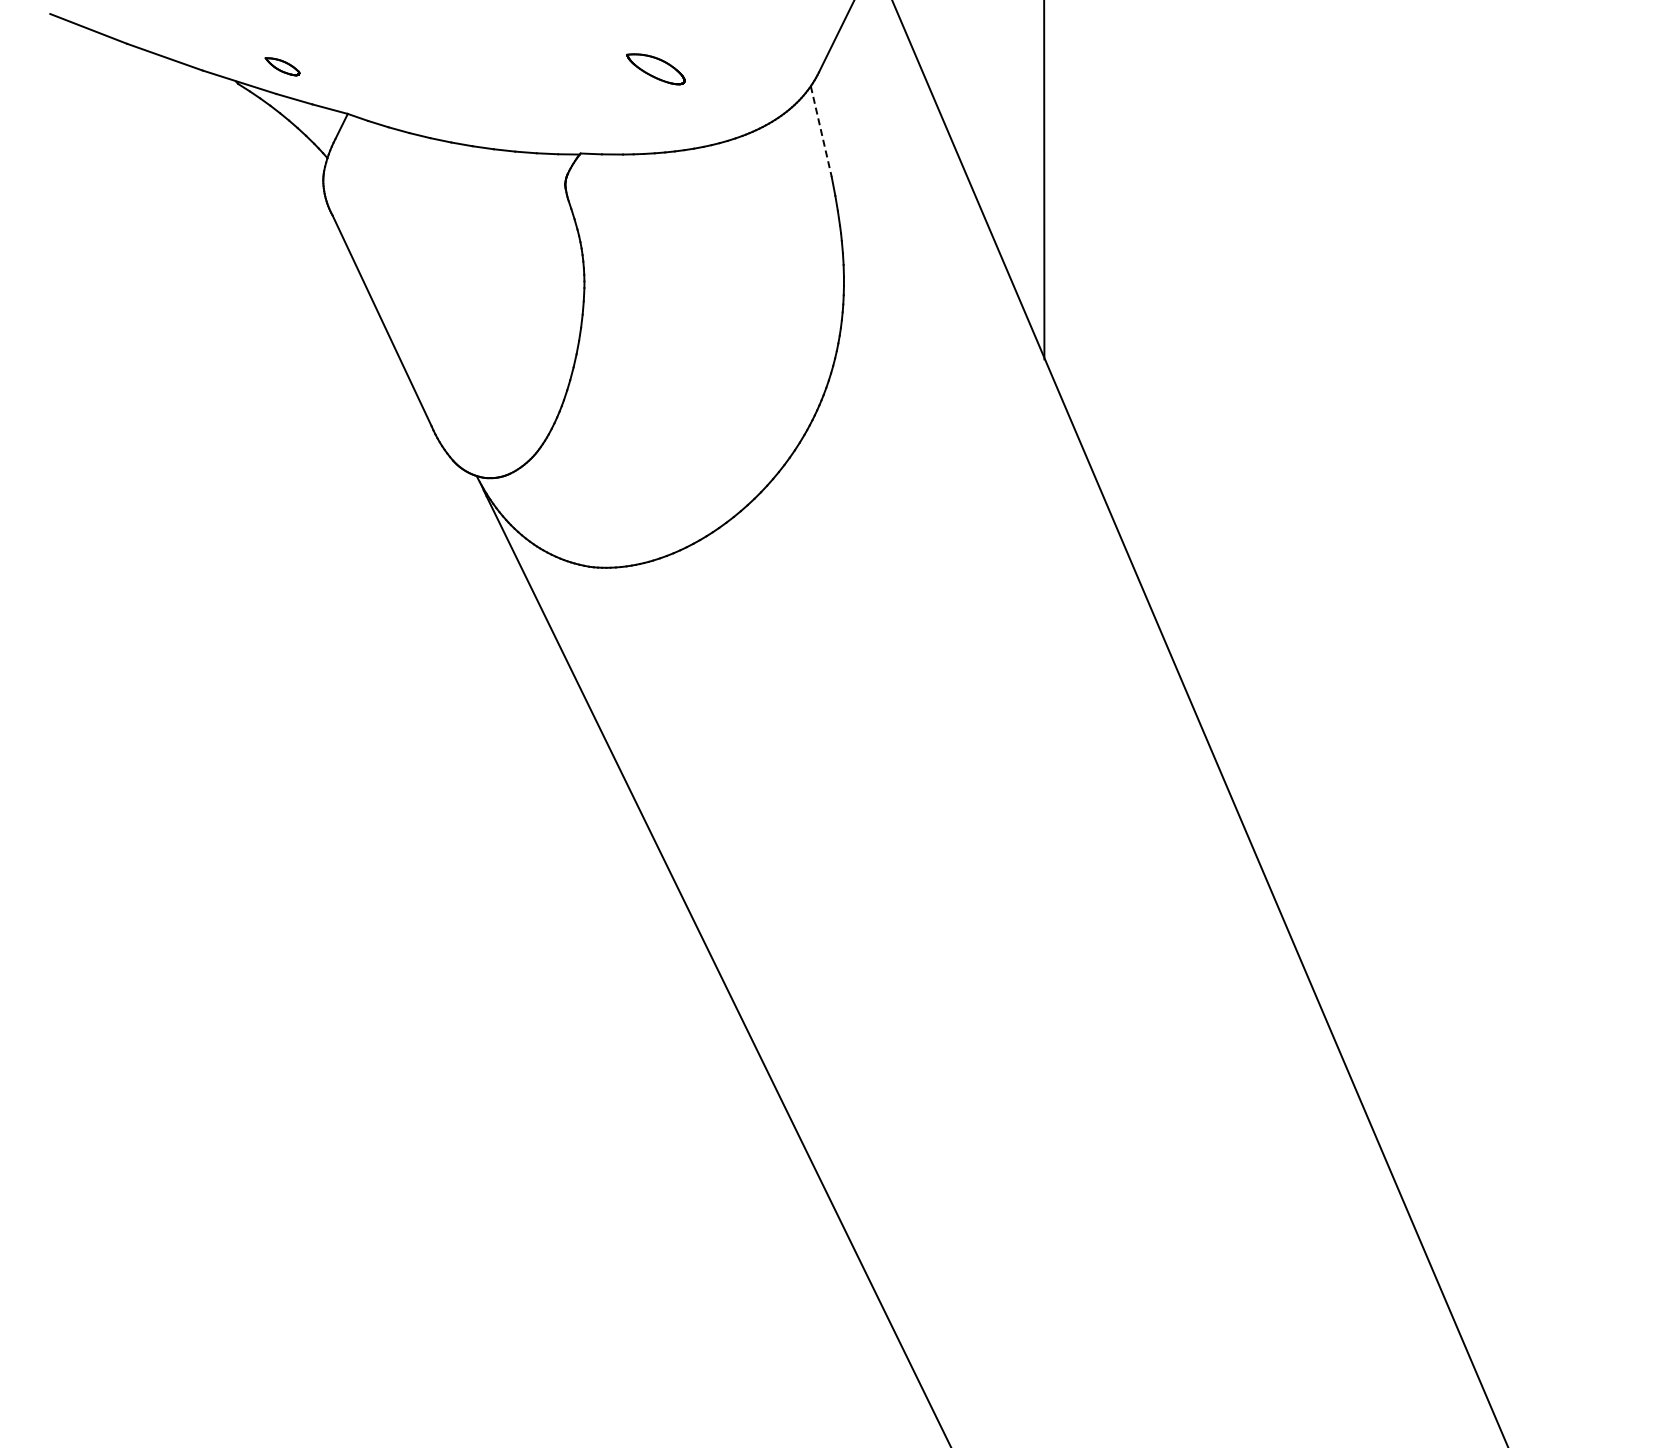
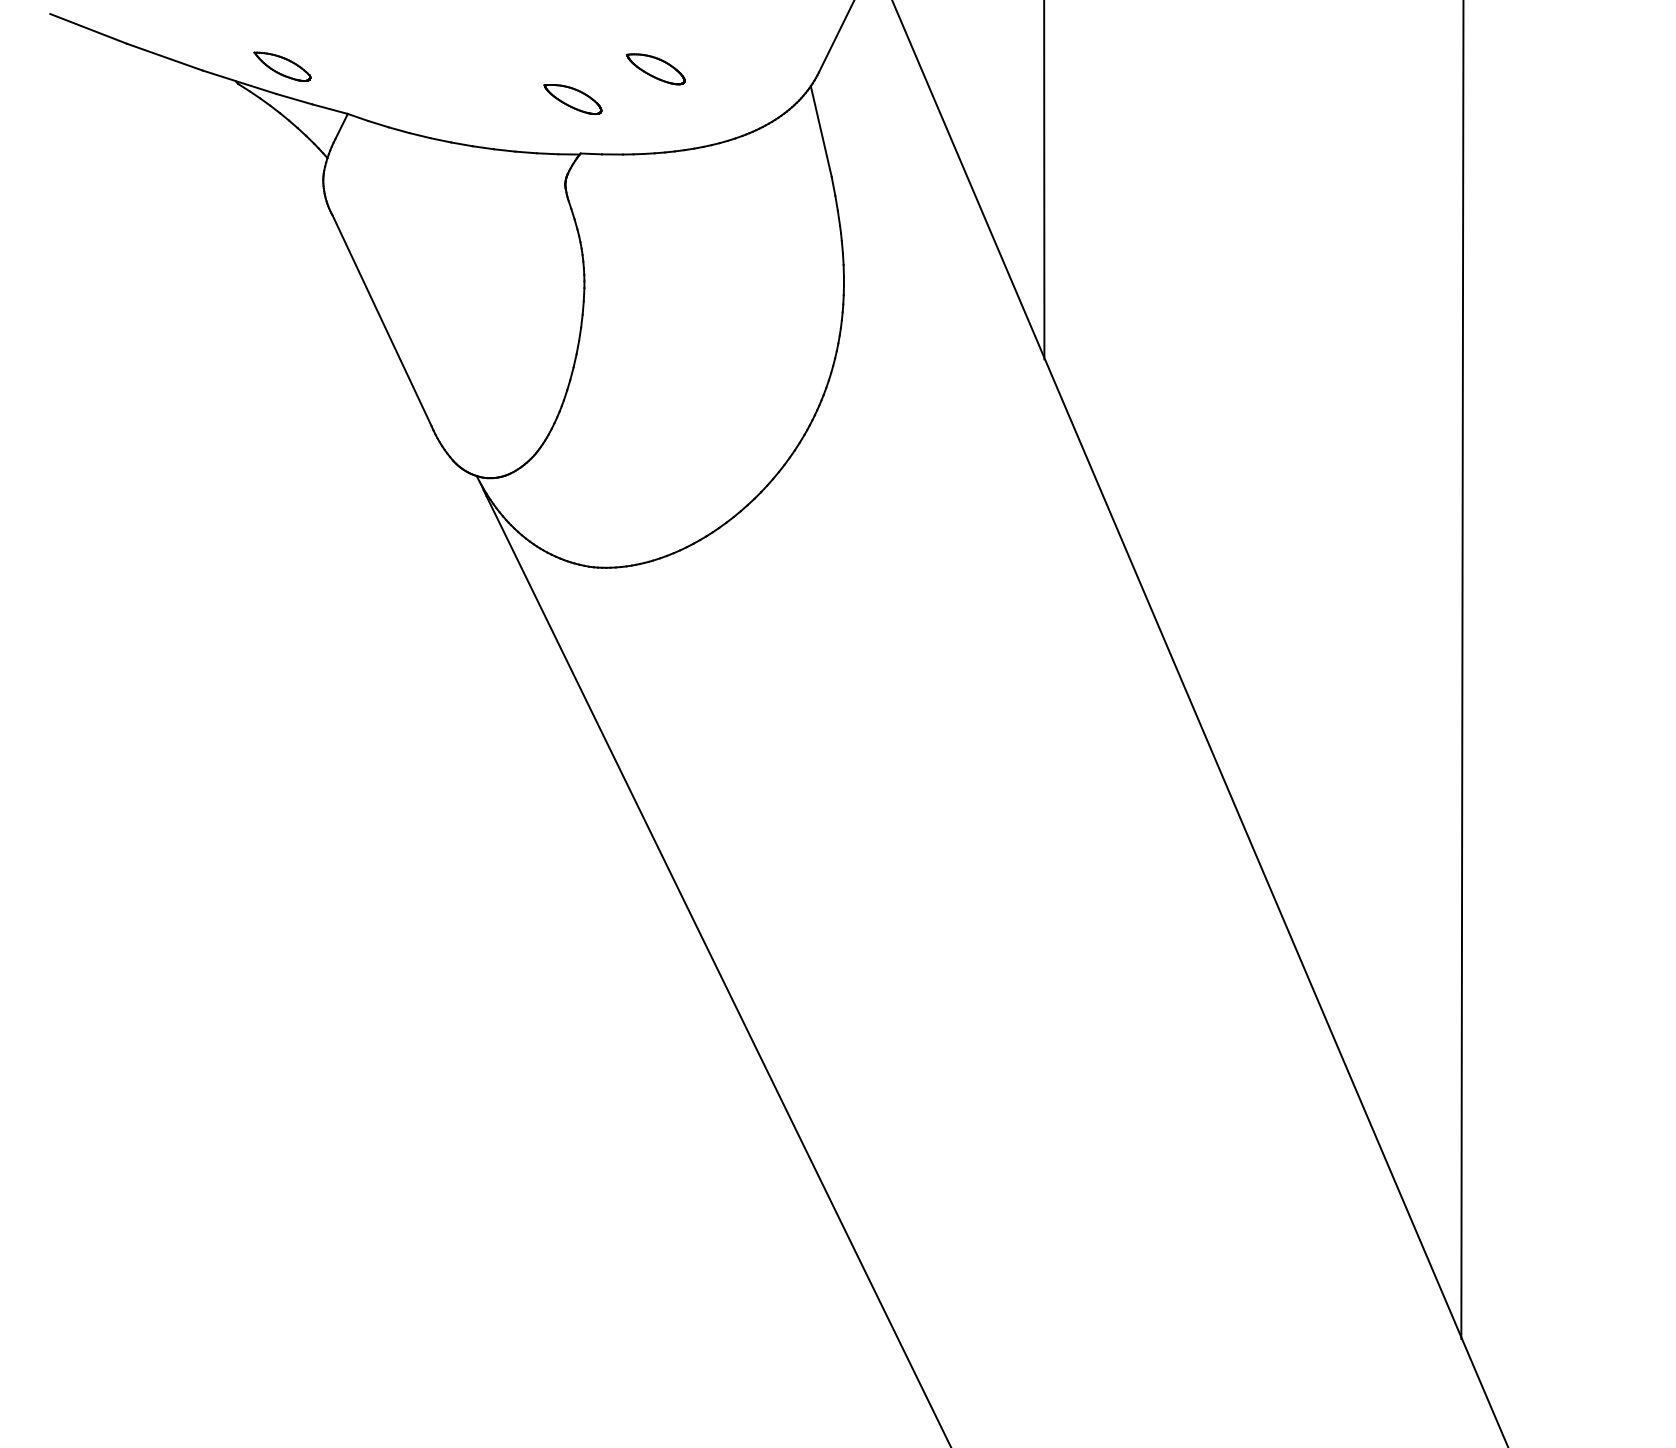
part at (282, 66) size: 37x20 px -> 59x31 px
part at (572, 99): none -> present
line at (821, 131): dashed -> solid
line at (1462, 670): none -> present
